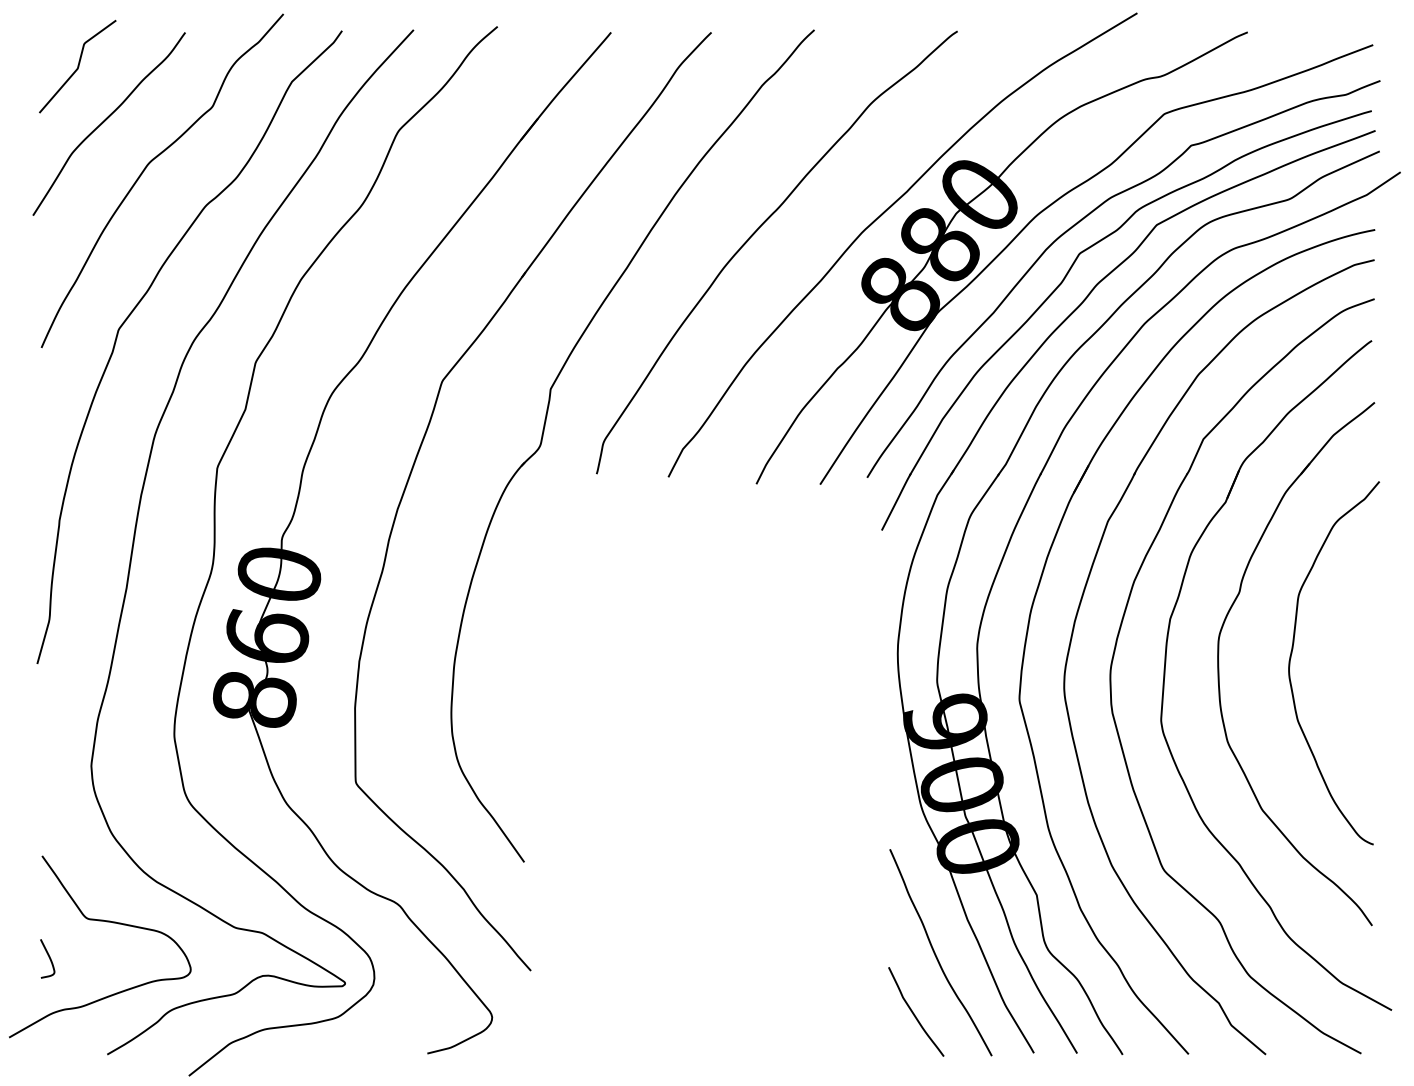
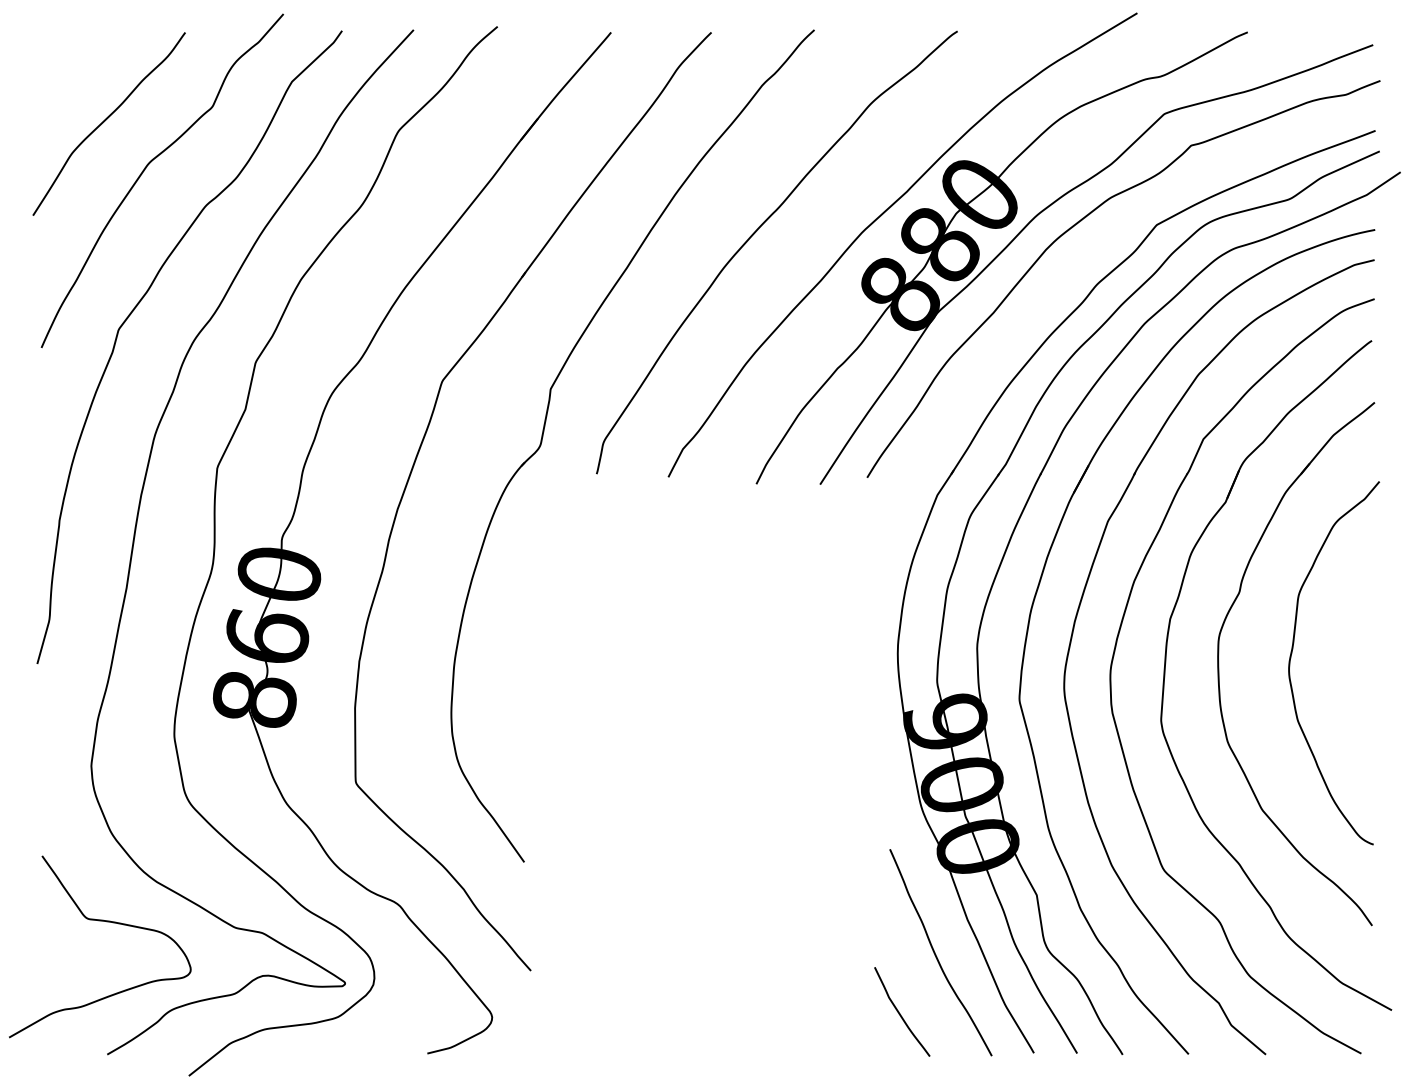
curve at (77, 66): present -> none
part at (1064, 280): present -> none
curve at (48, 957): present -> none
curve at (914, 1013) position: (914, 1013) -> (900, 1013)
